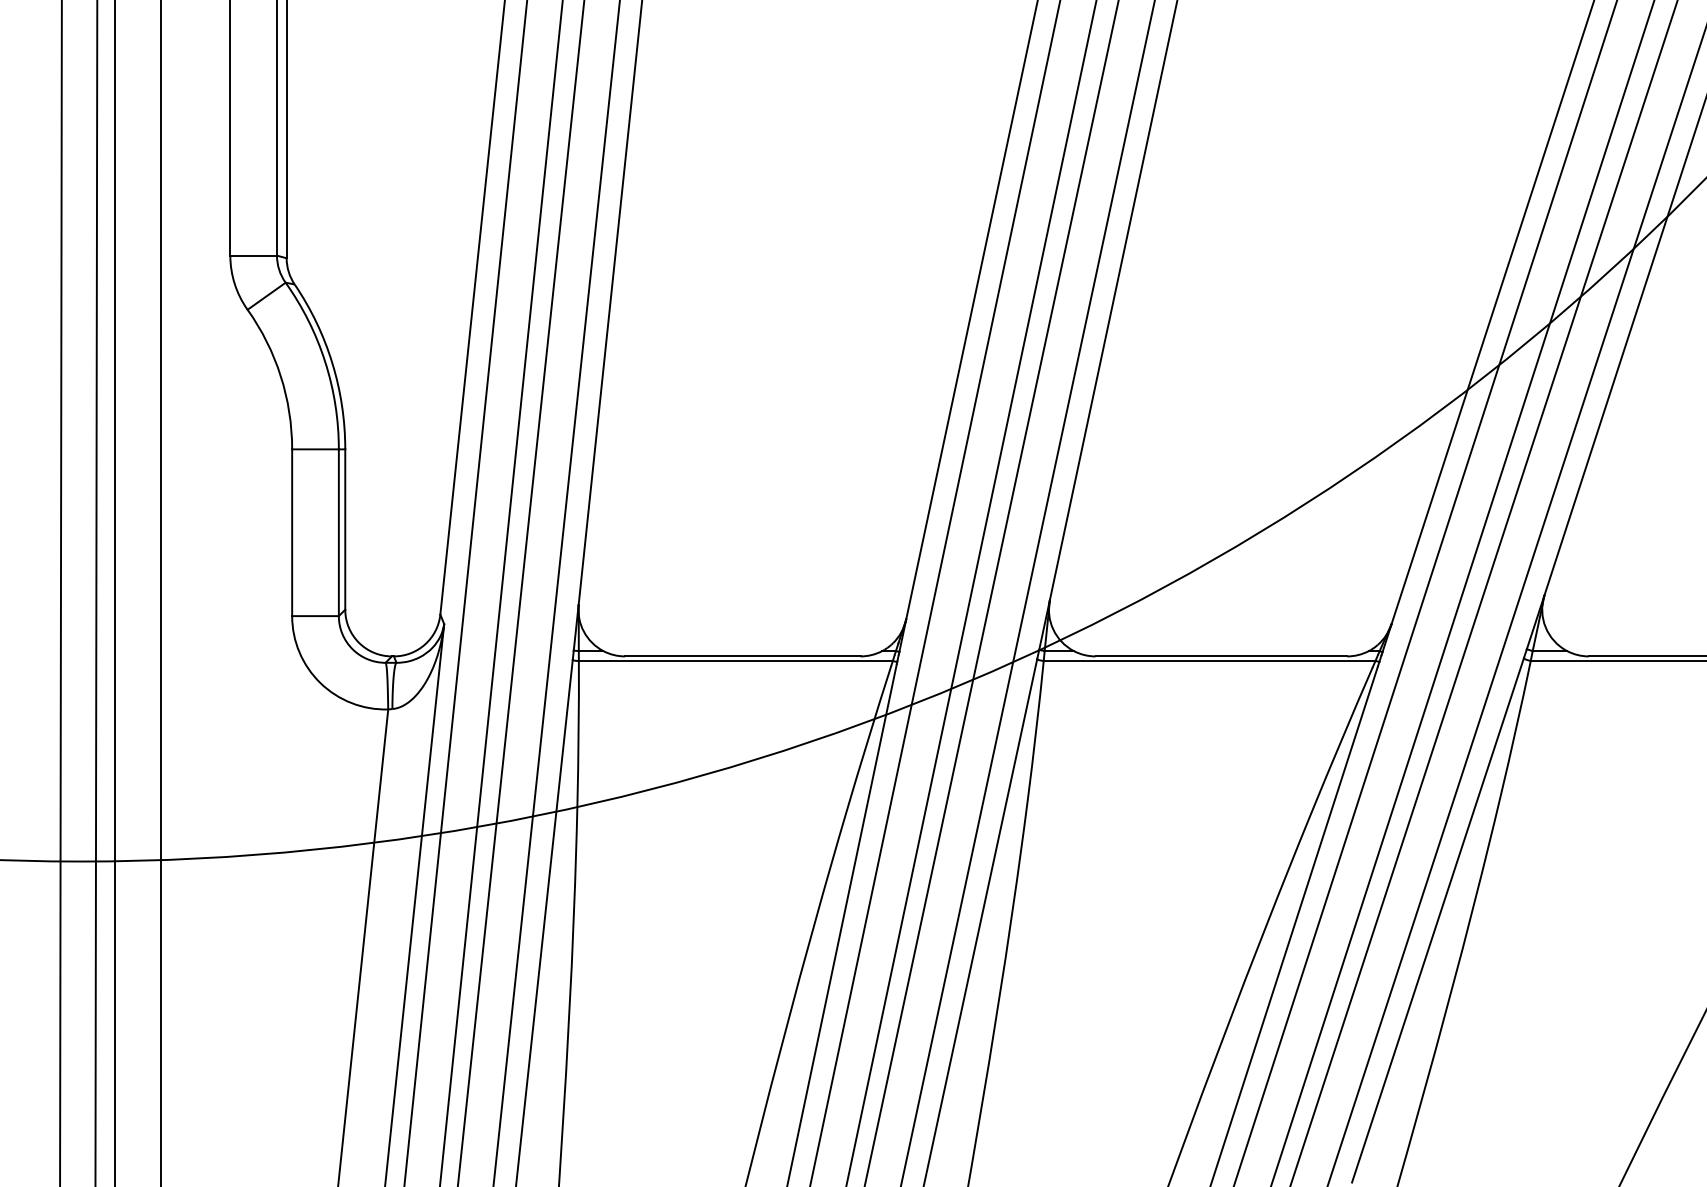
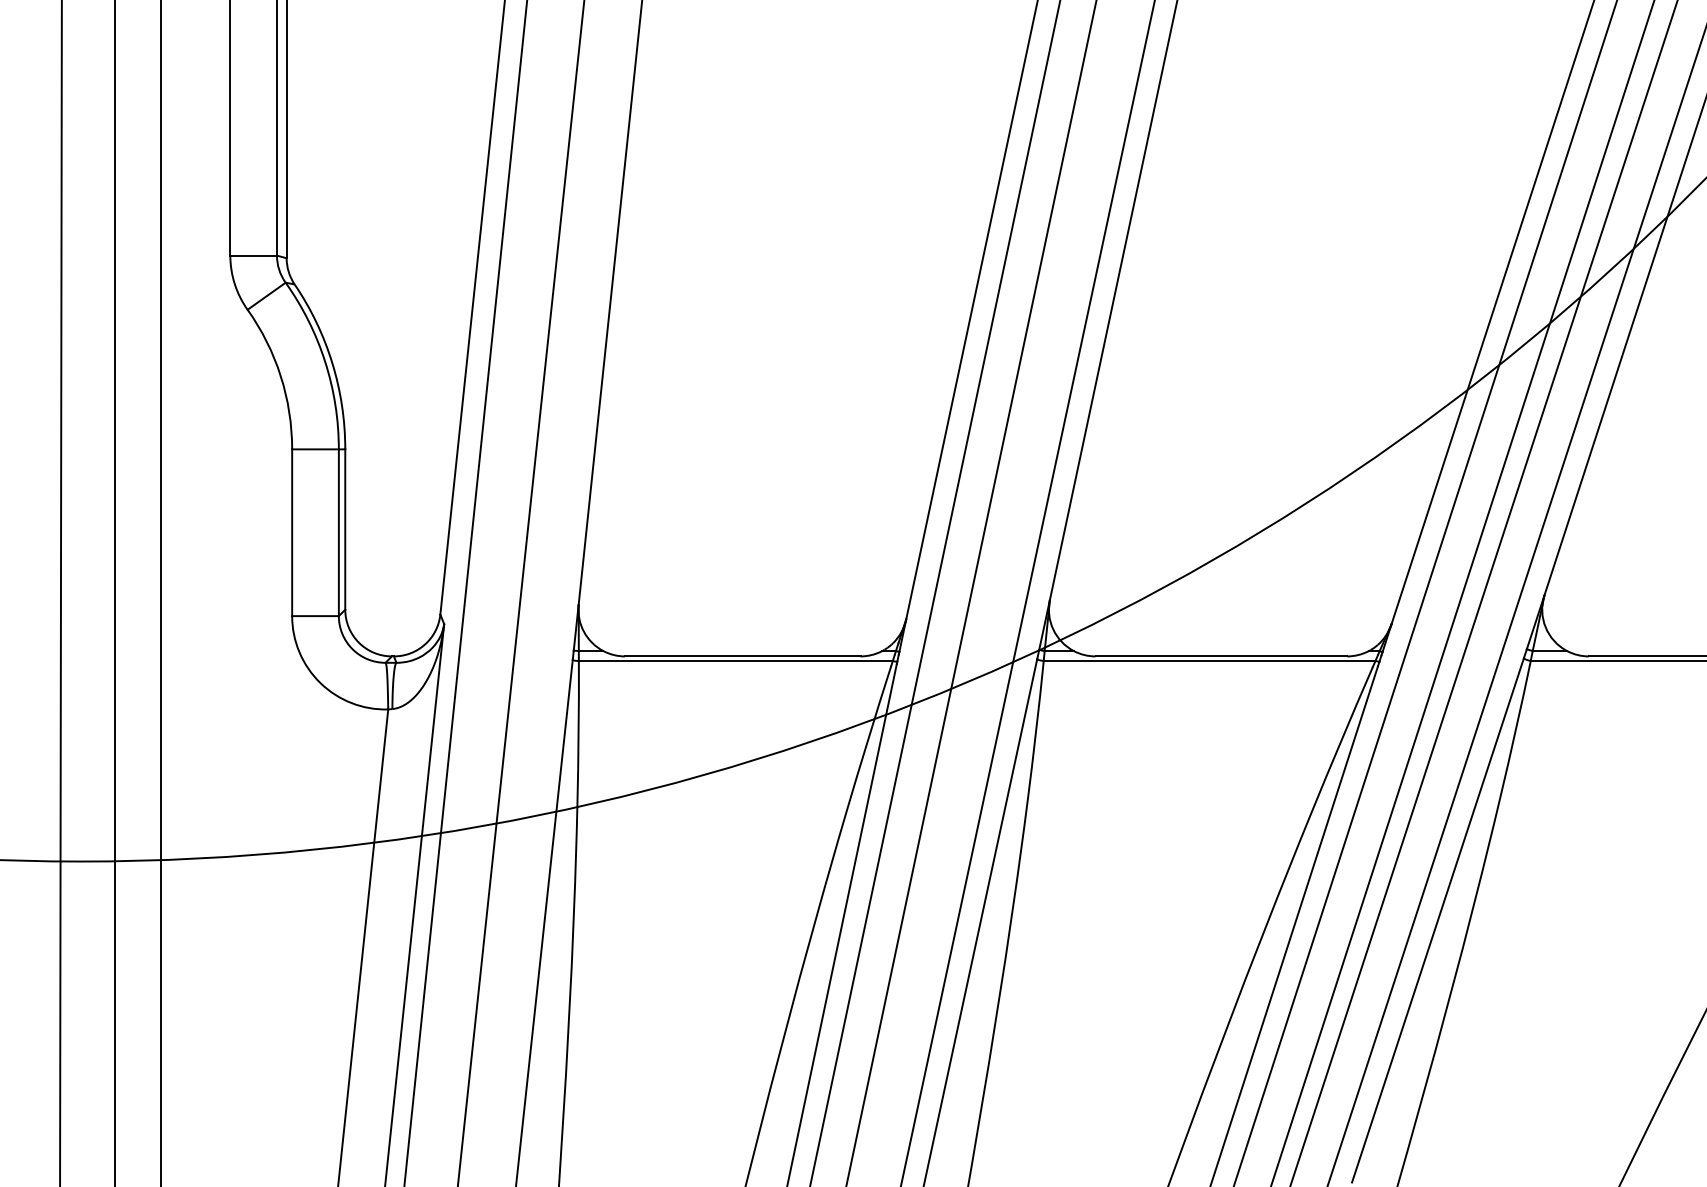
line at (96, 592): present -> none
line at (501, 592): present -> none
line at (556, 592): present -> none
line at (991, 592): present -> none
